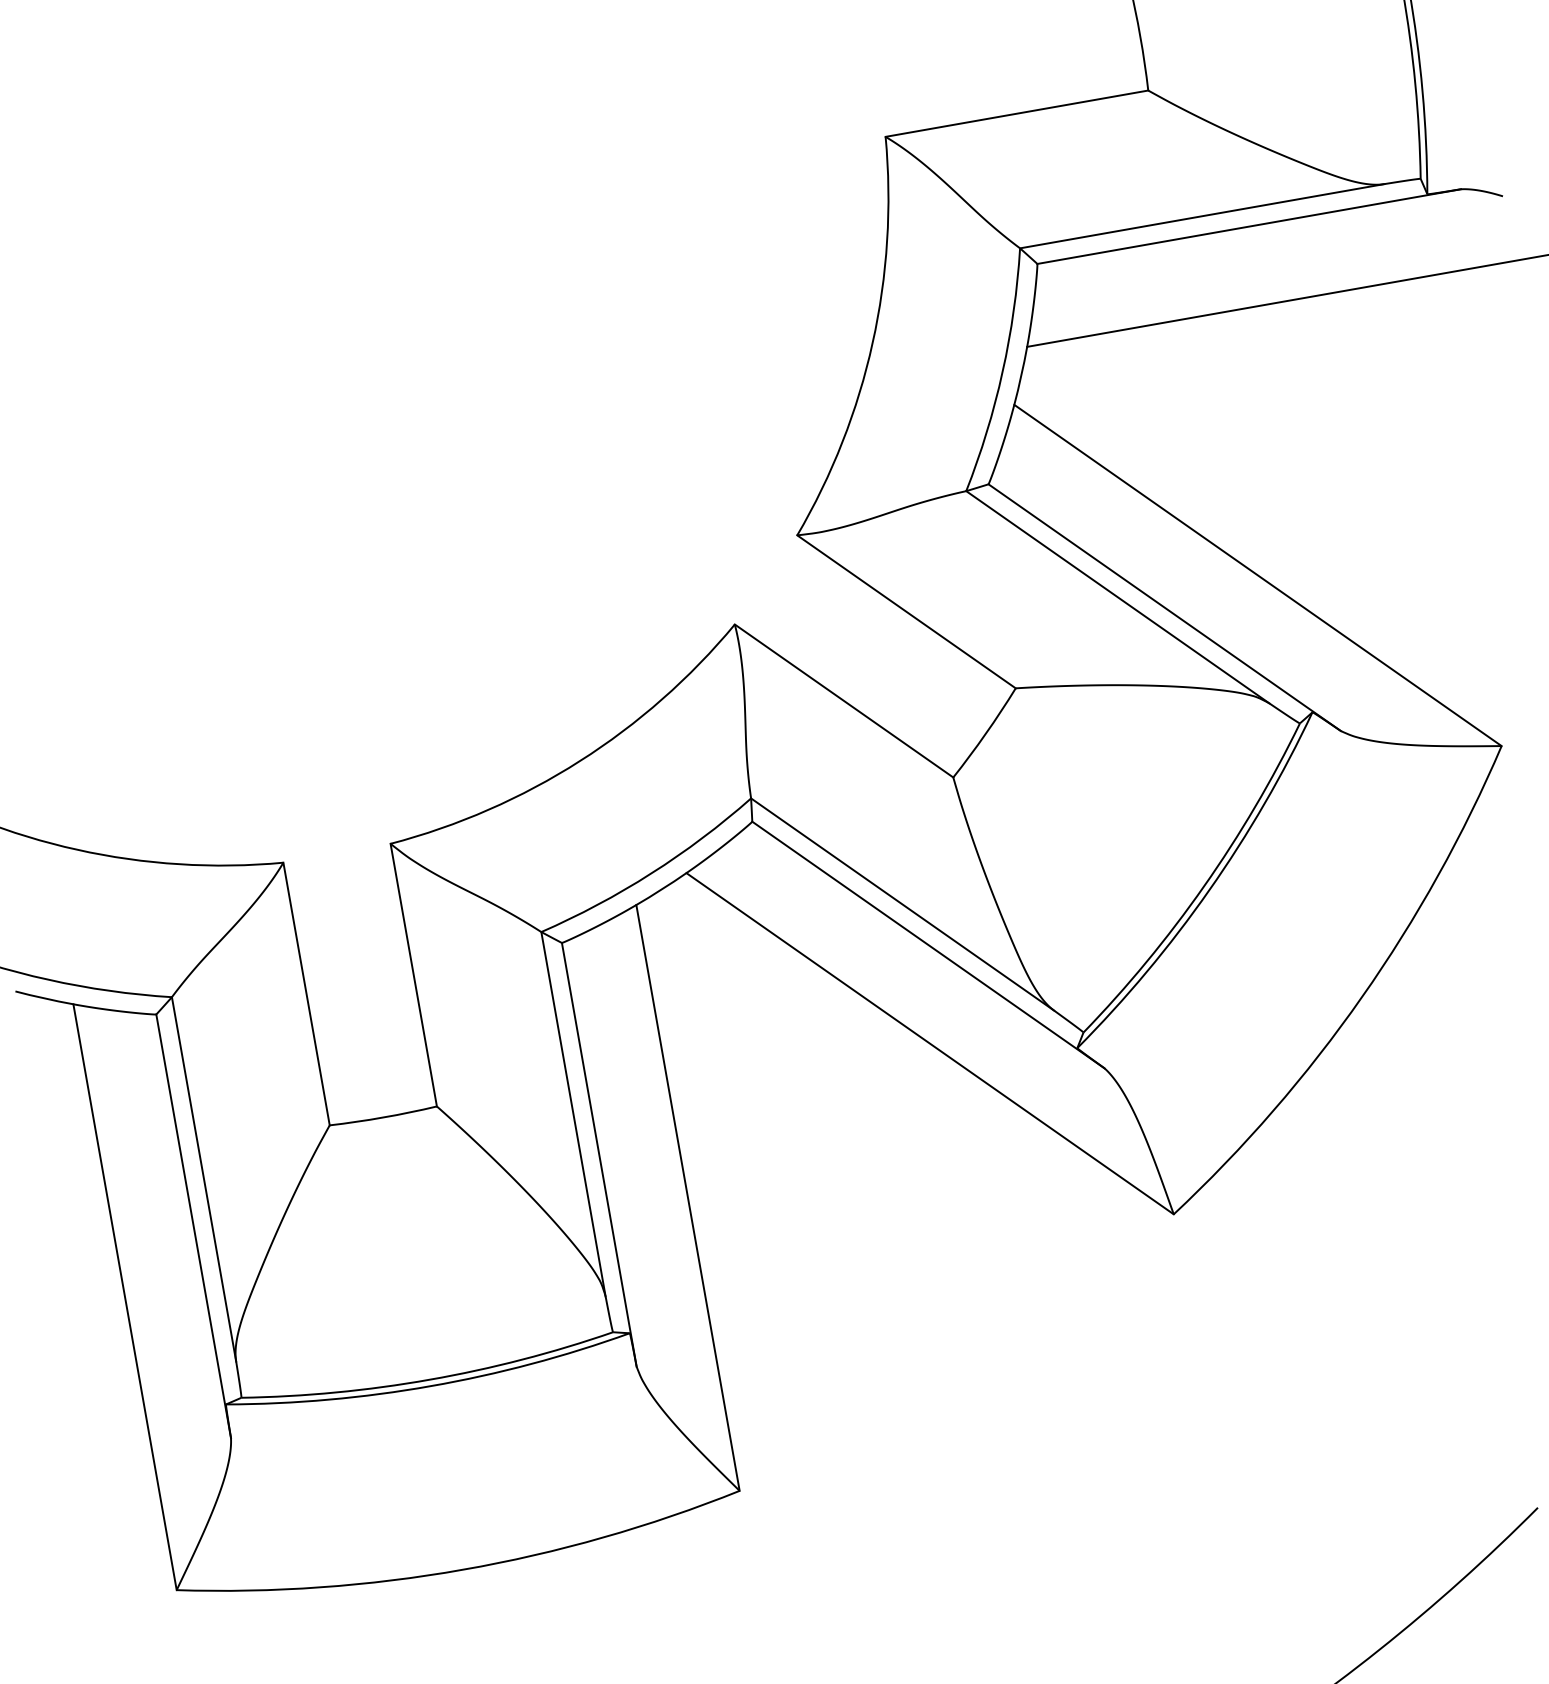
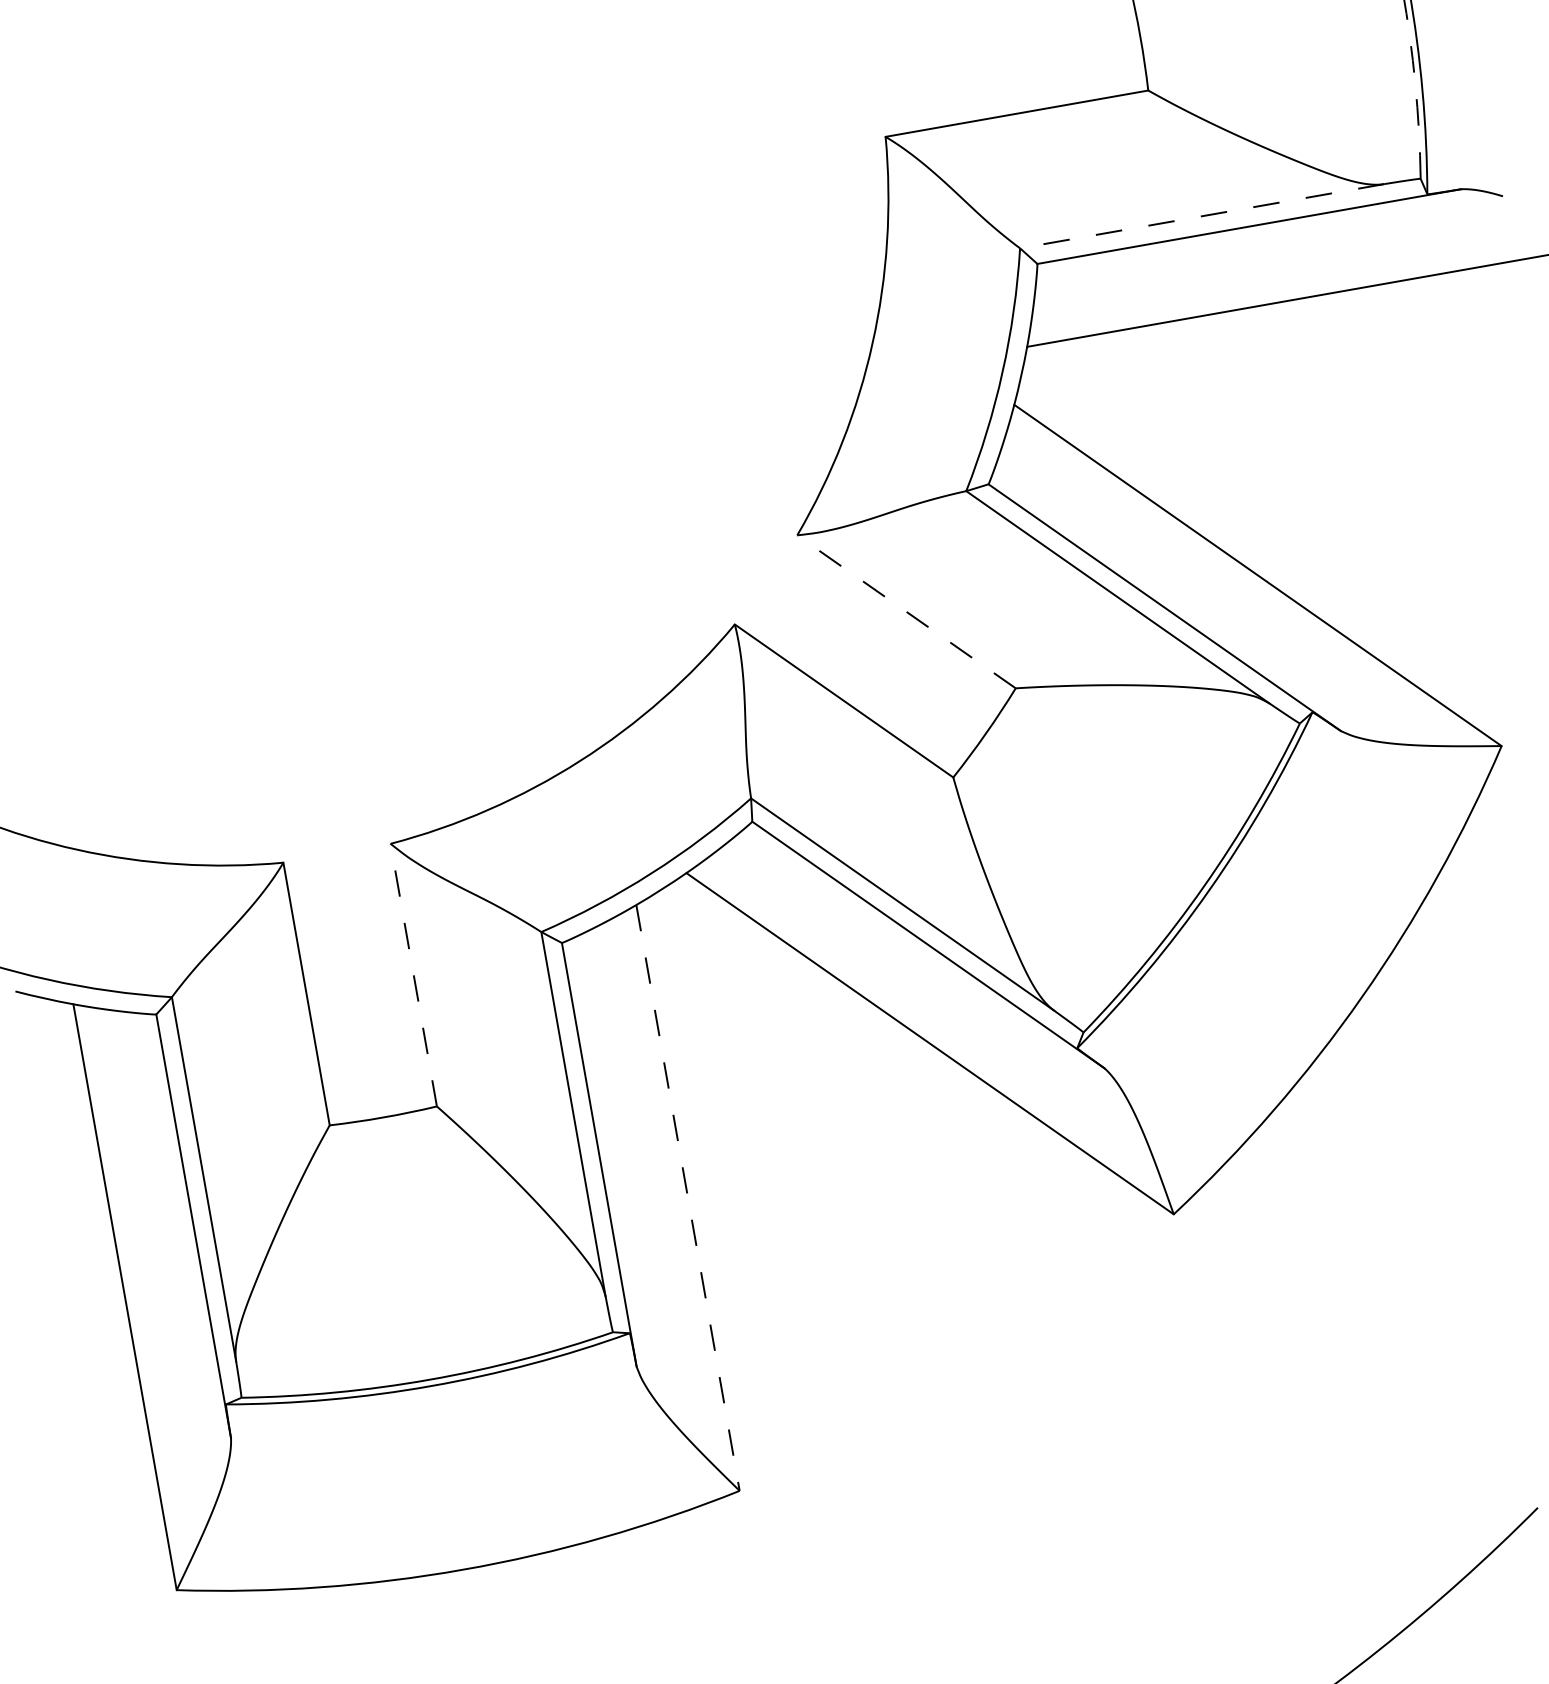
arc at (1415, 88): solid -> dashed
line at (1202, 216): solid -> dashed
line at (906, 611): solid -> dashed
line at (413, 974): solid -> dashed
line at (688, 1198): solid -> dashed
